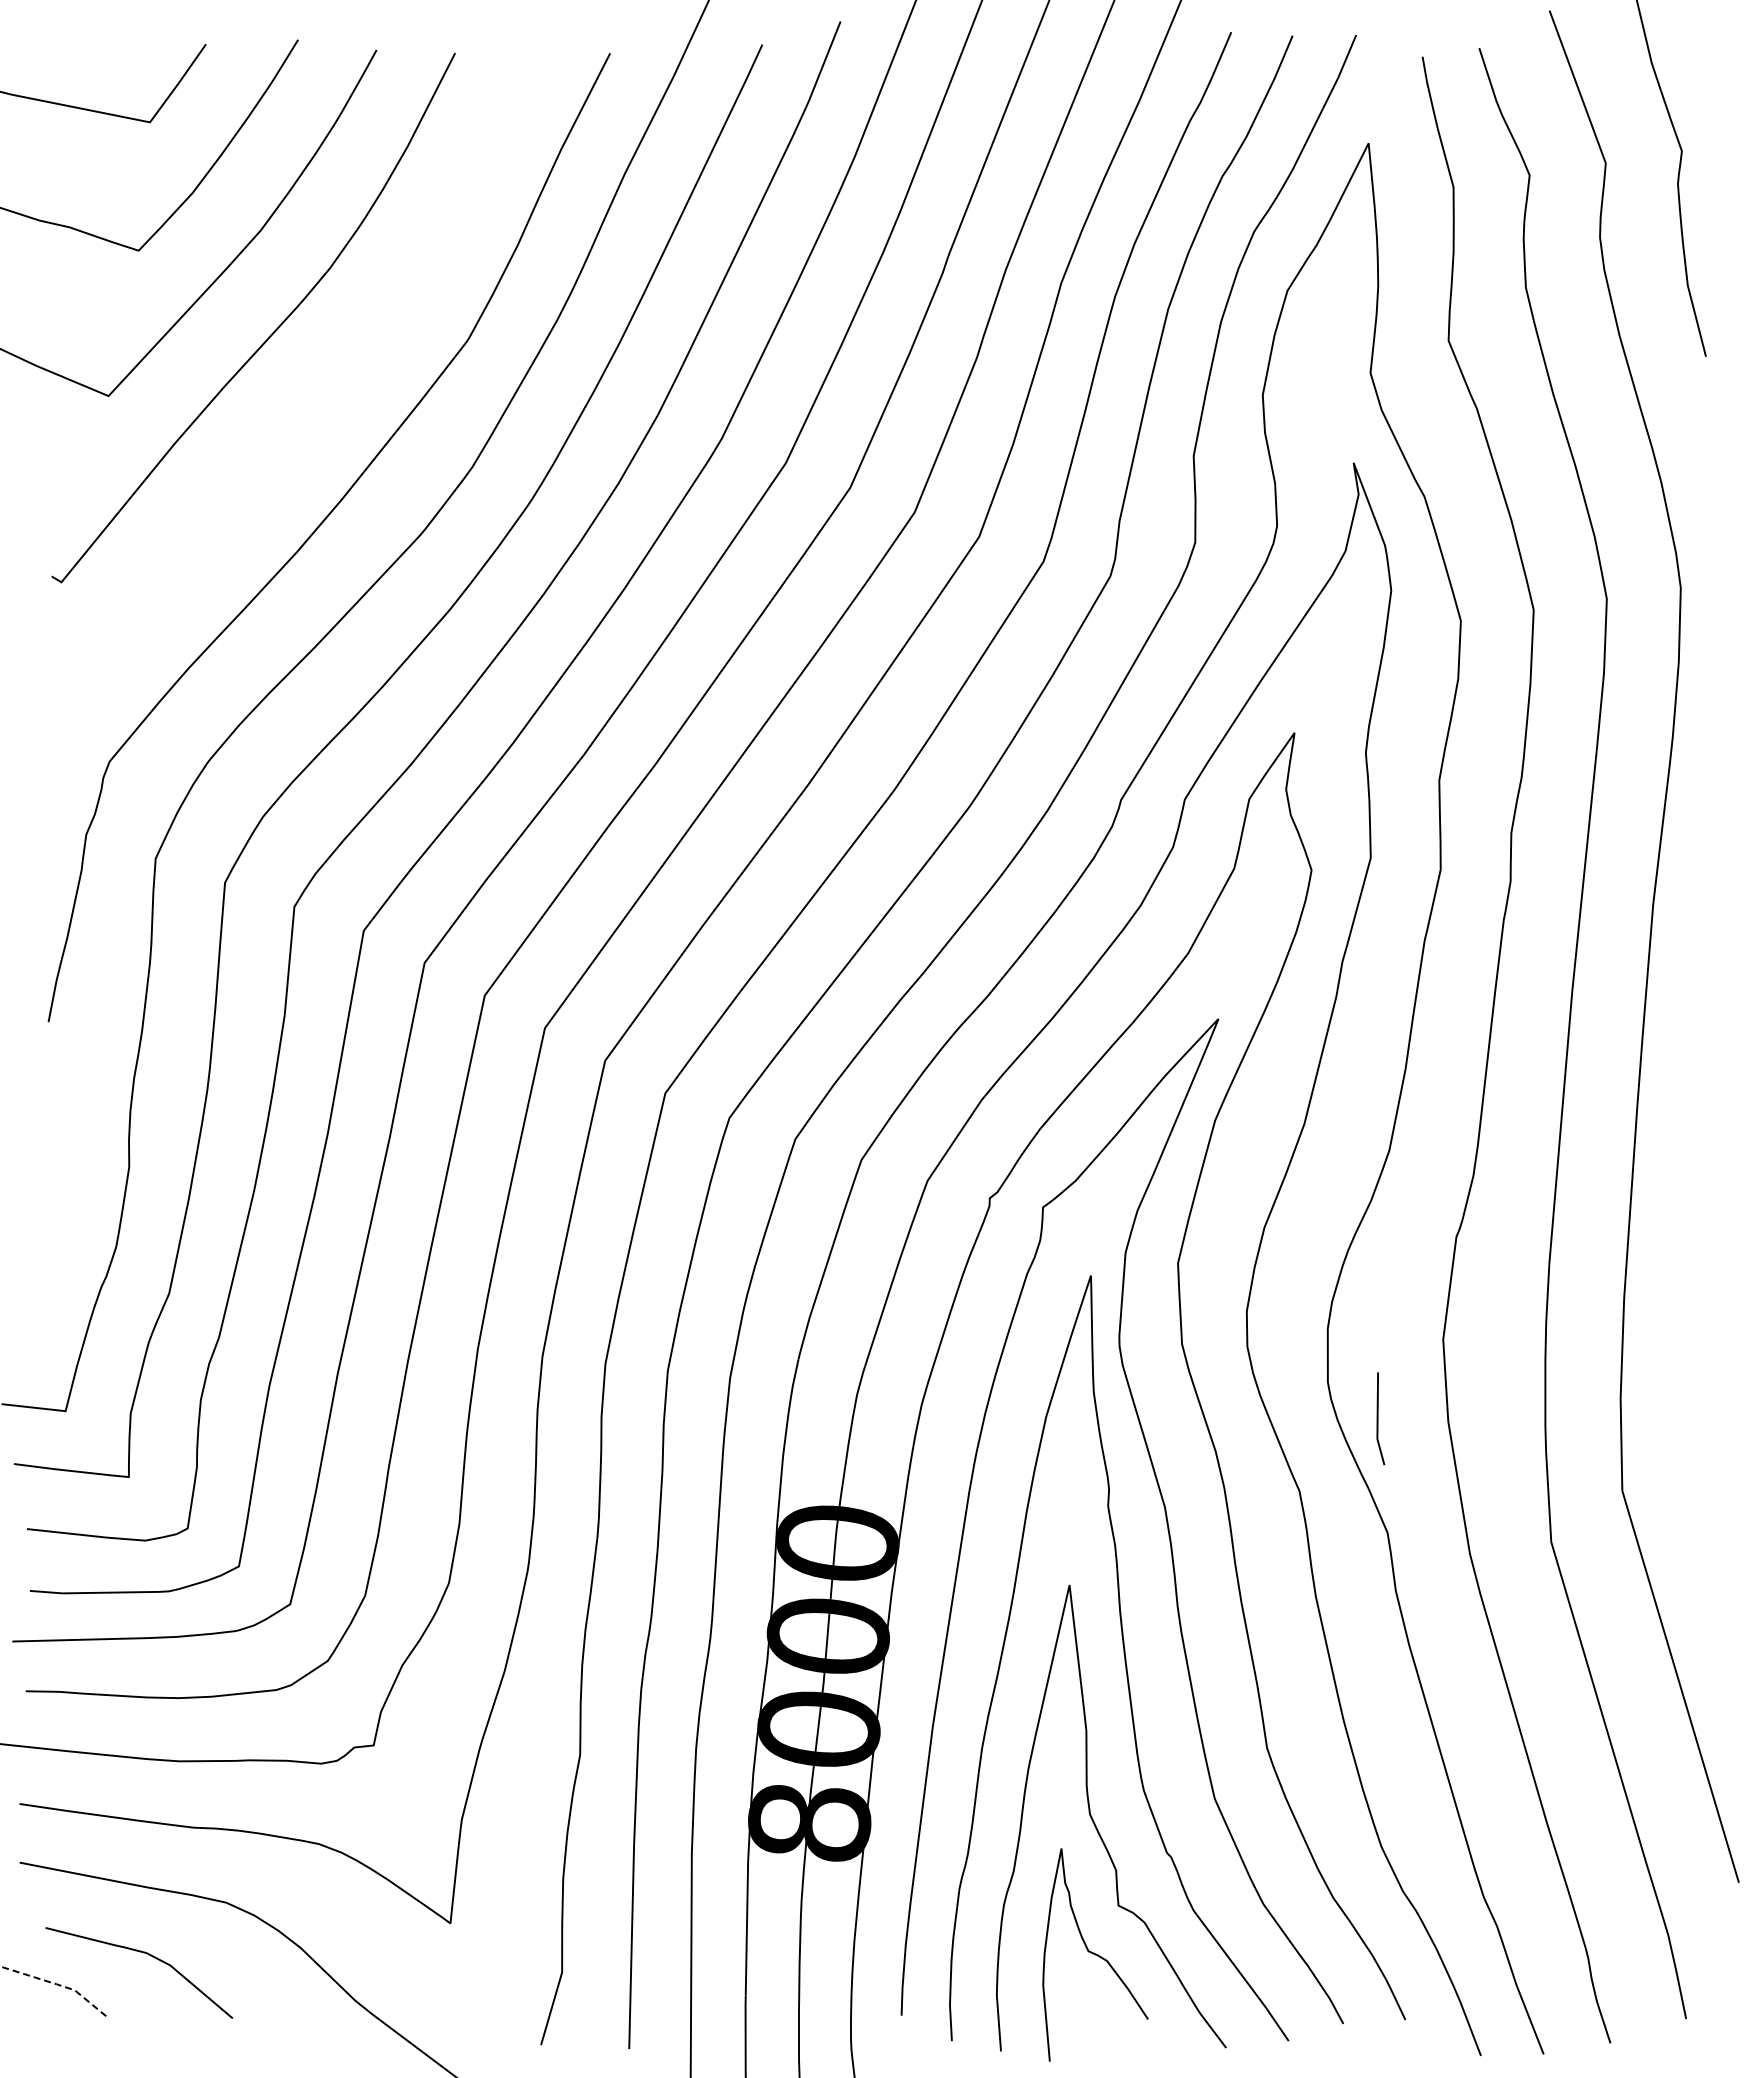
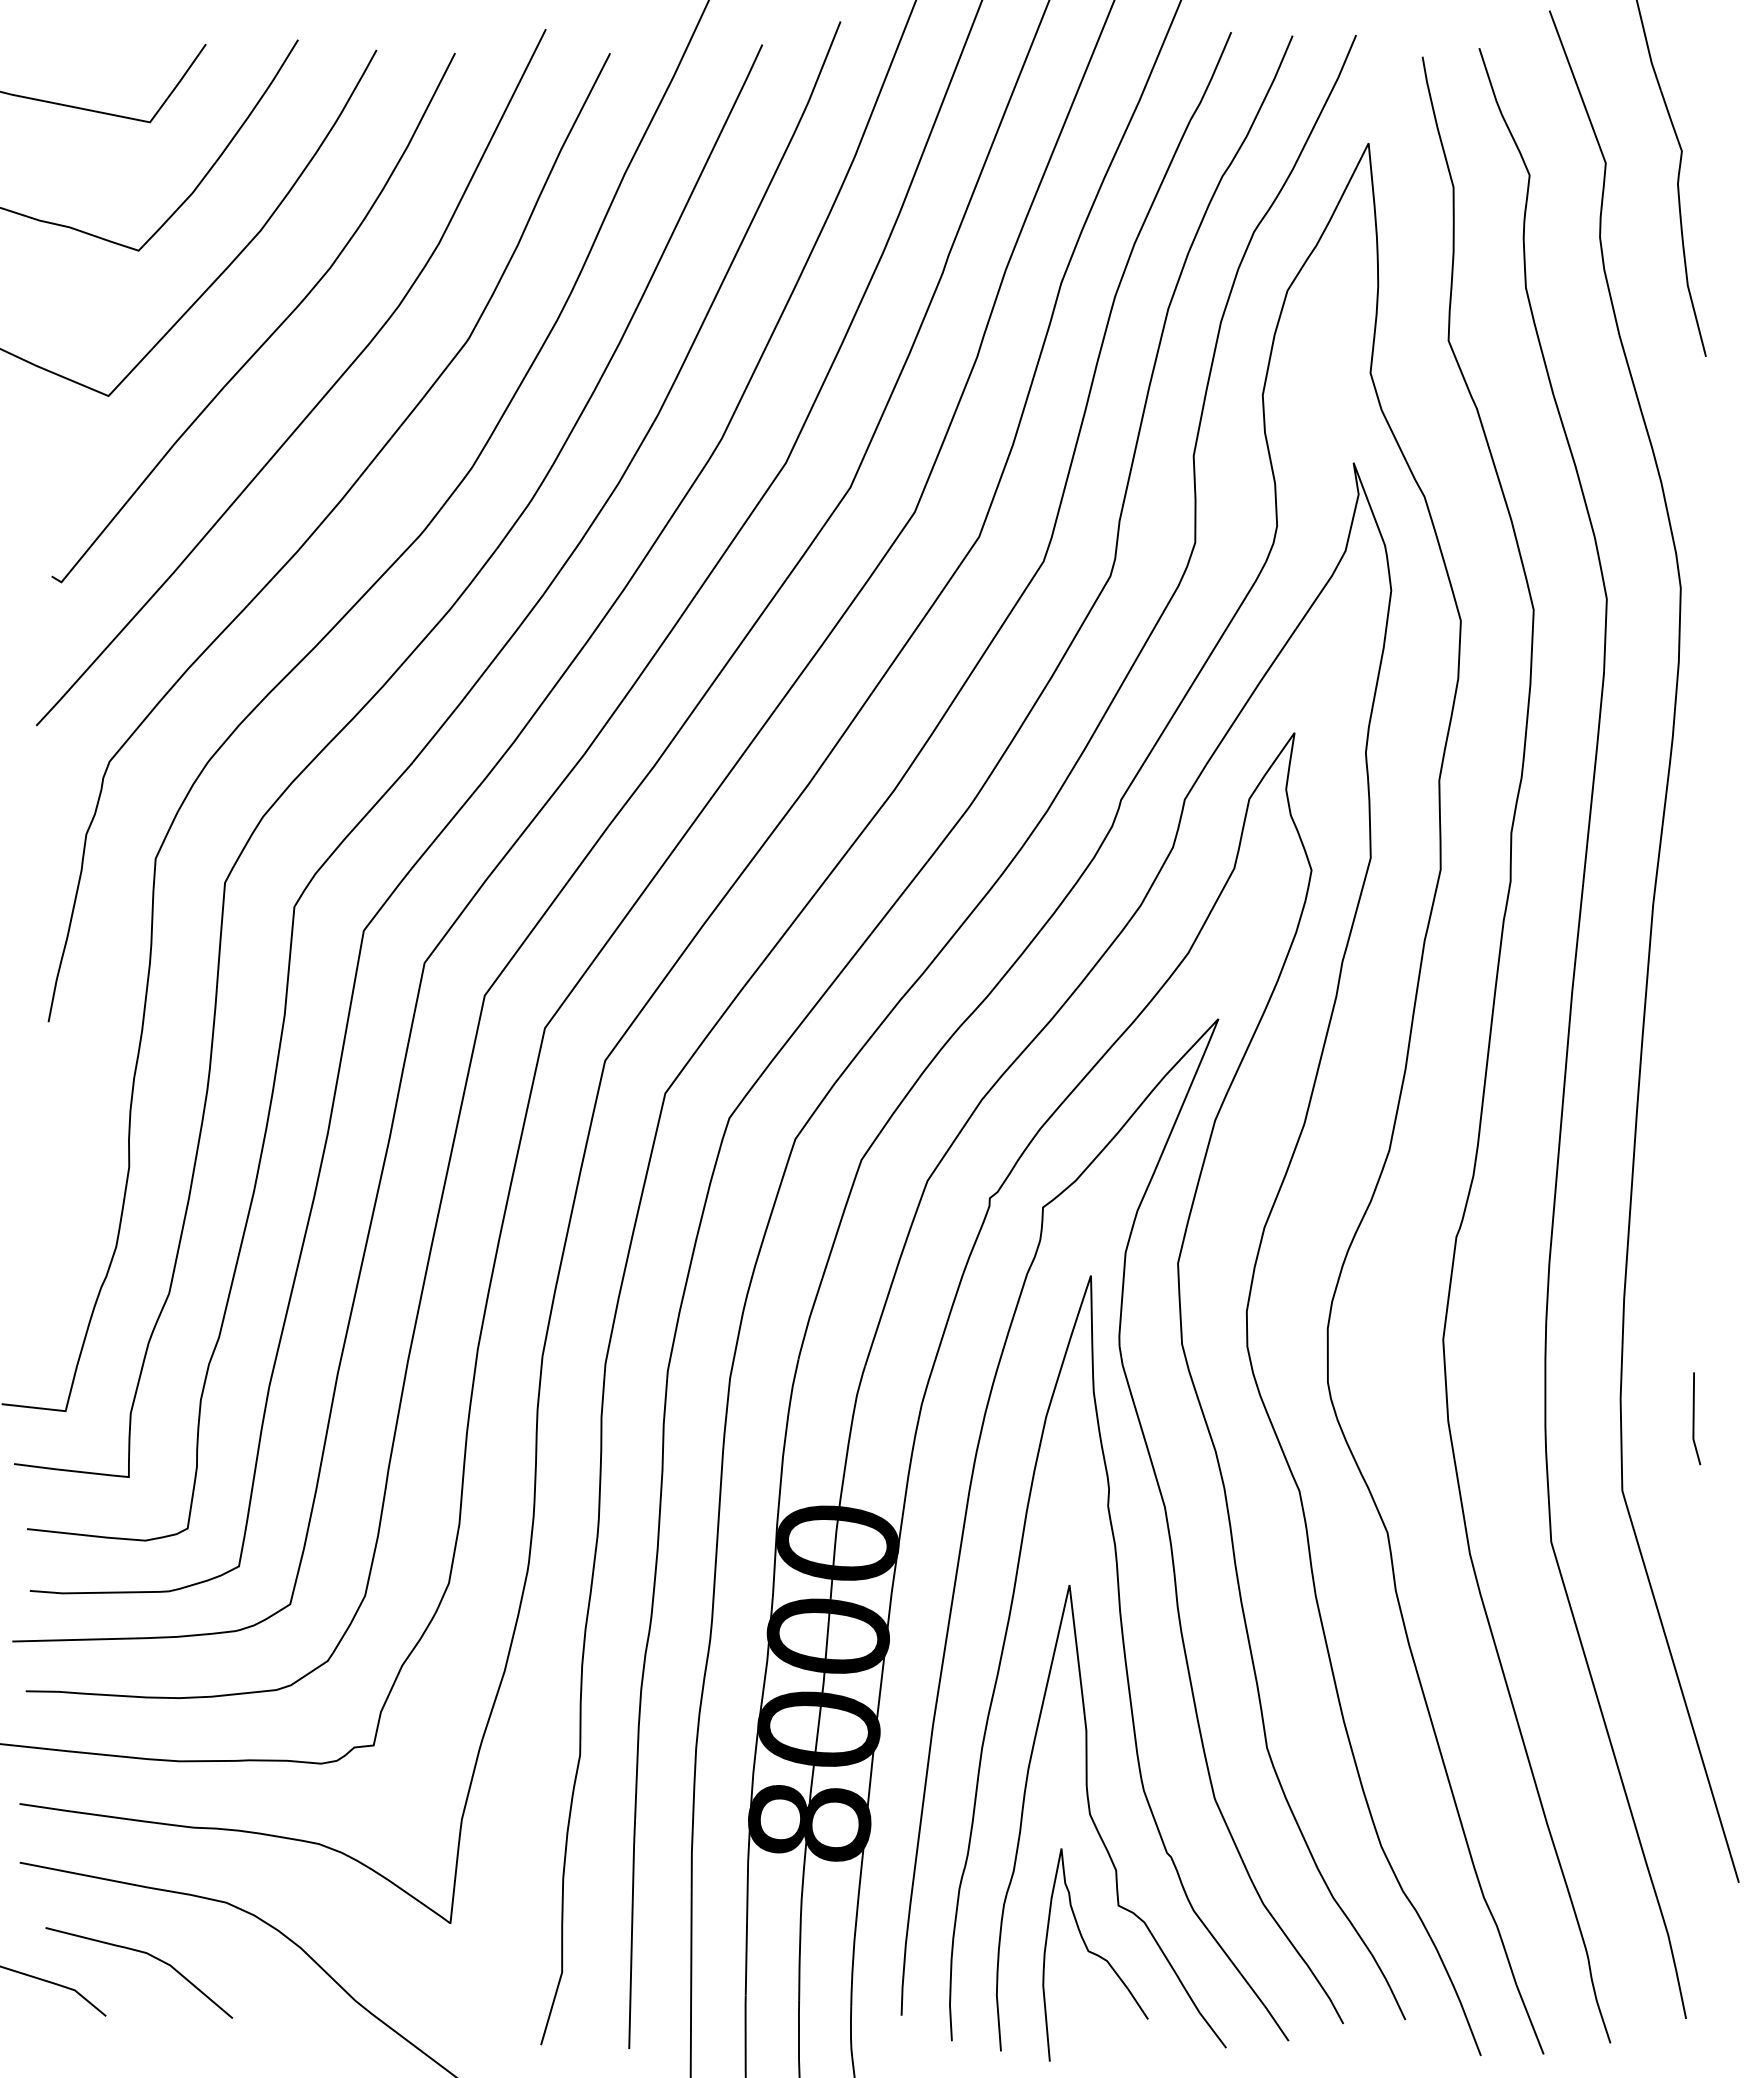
curve at (317, 402): none -> present
line at (1378, 1418) position: (1378, 1418) -> (1694, 1418)
line at (56, 1984): dashed -> solid
